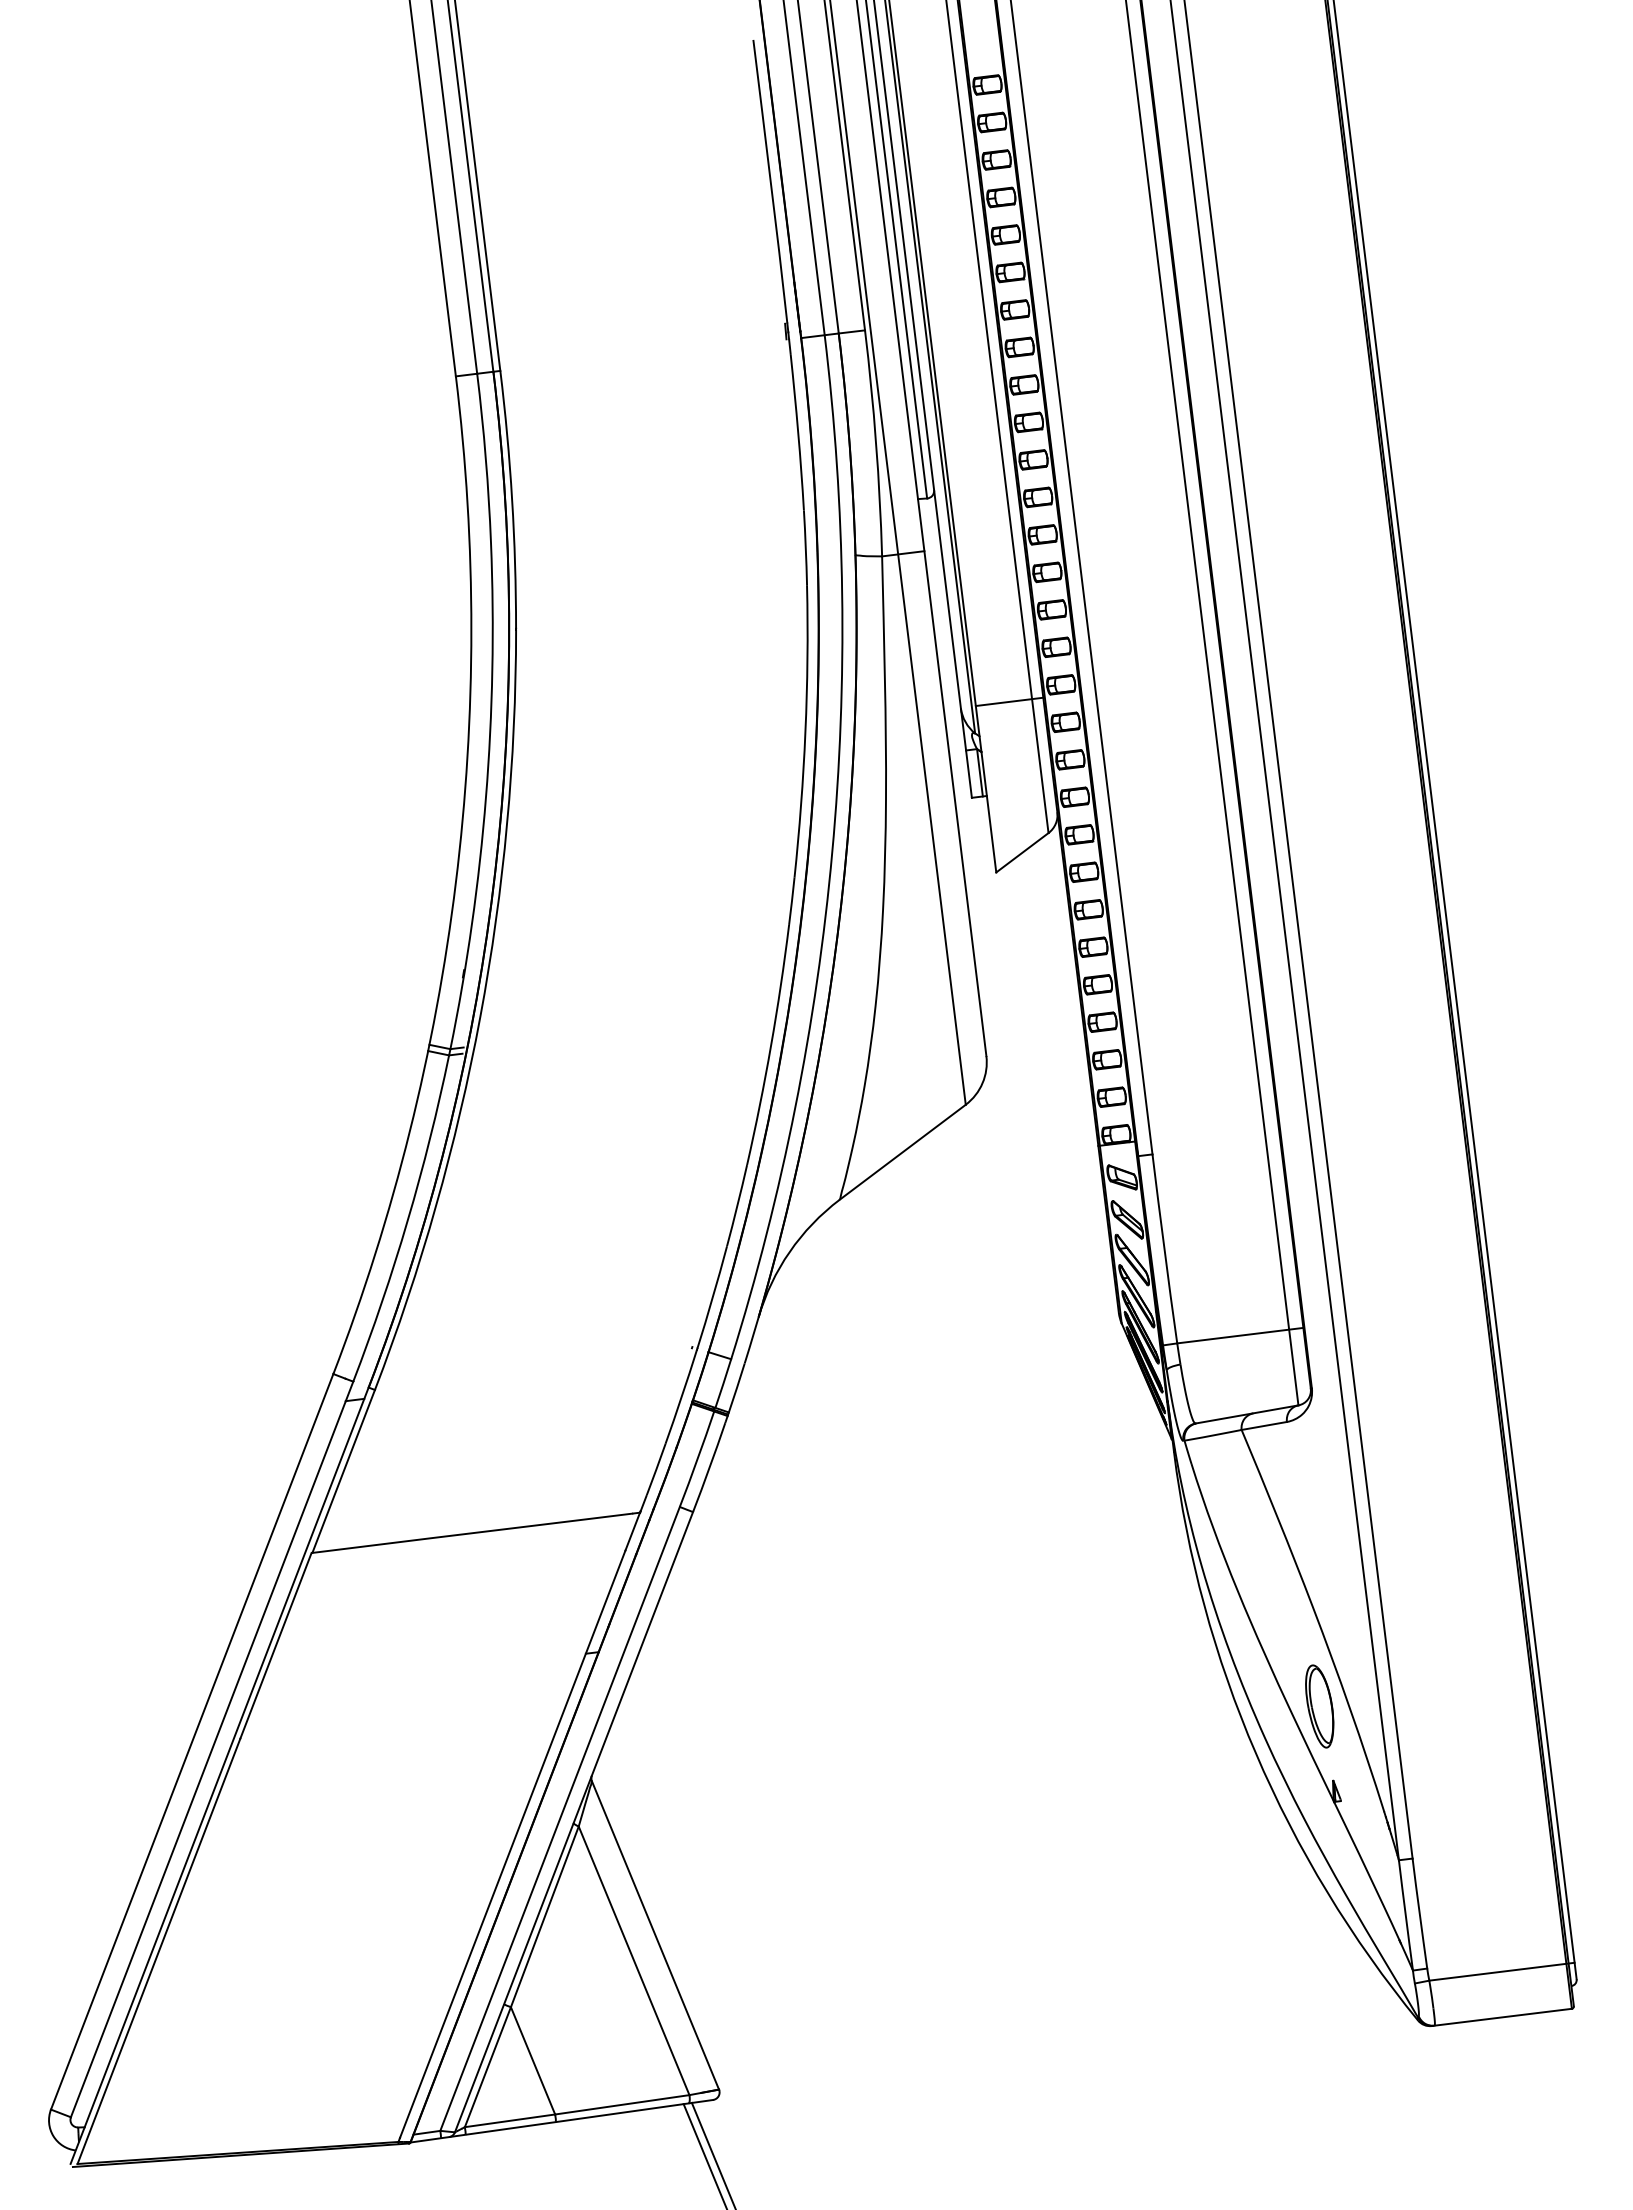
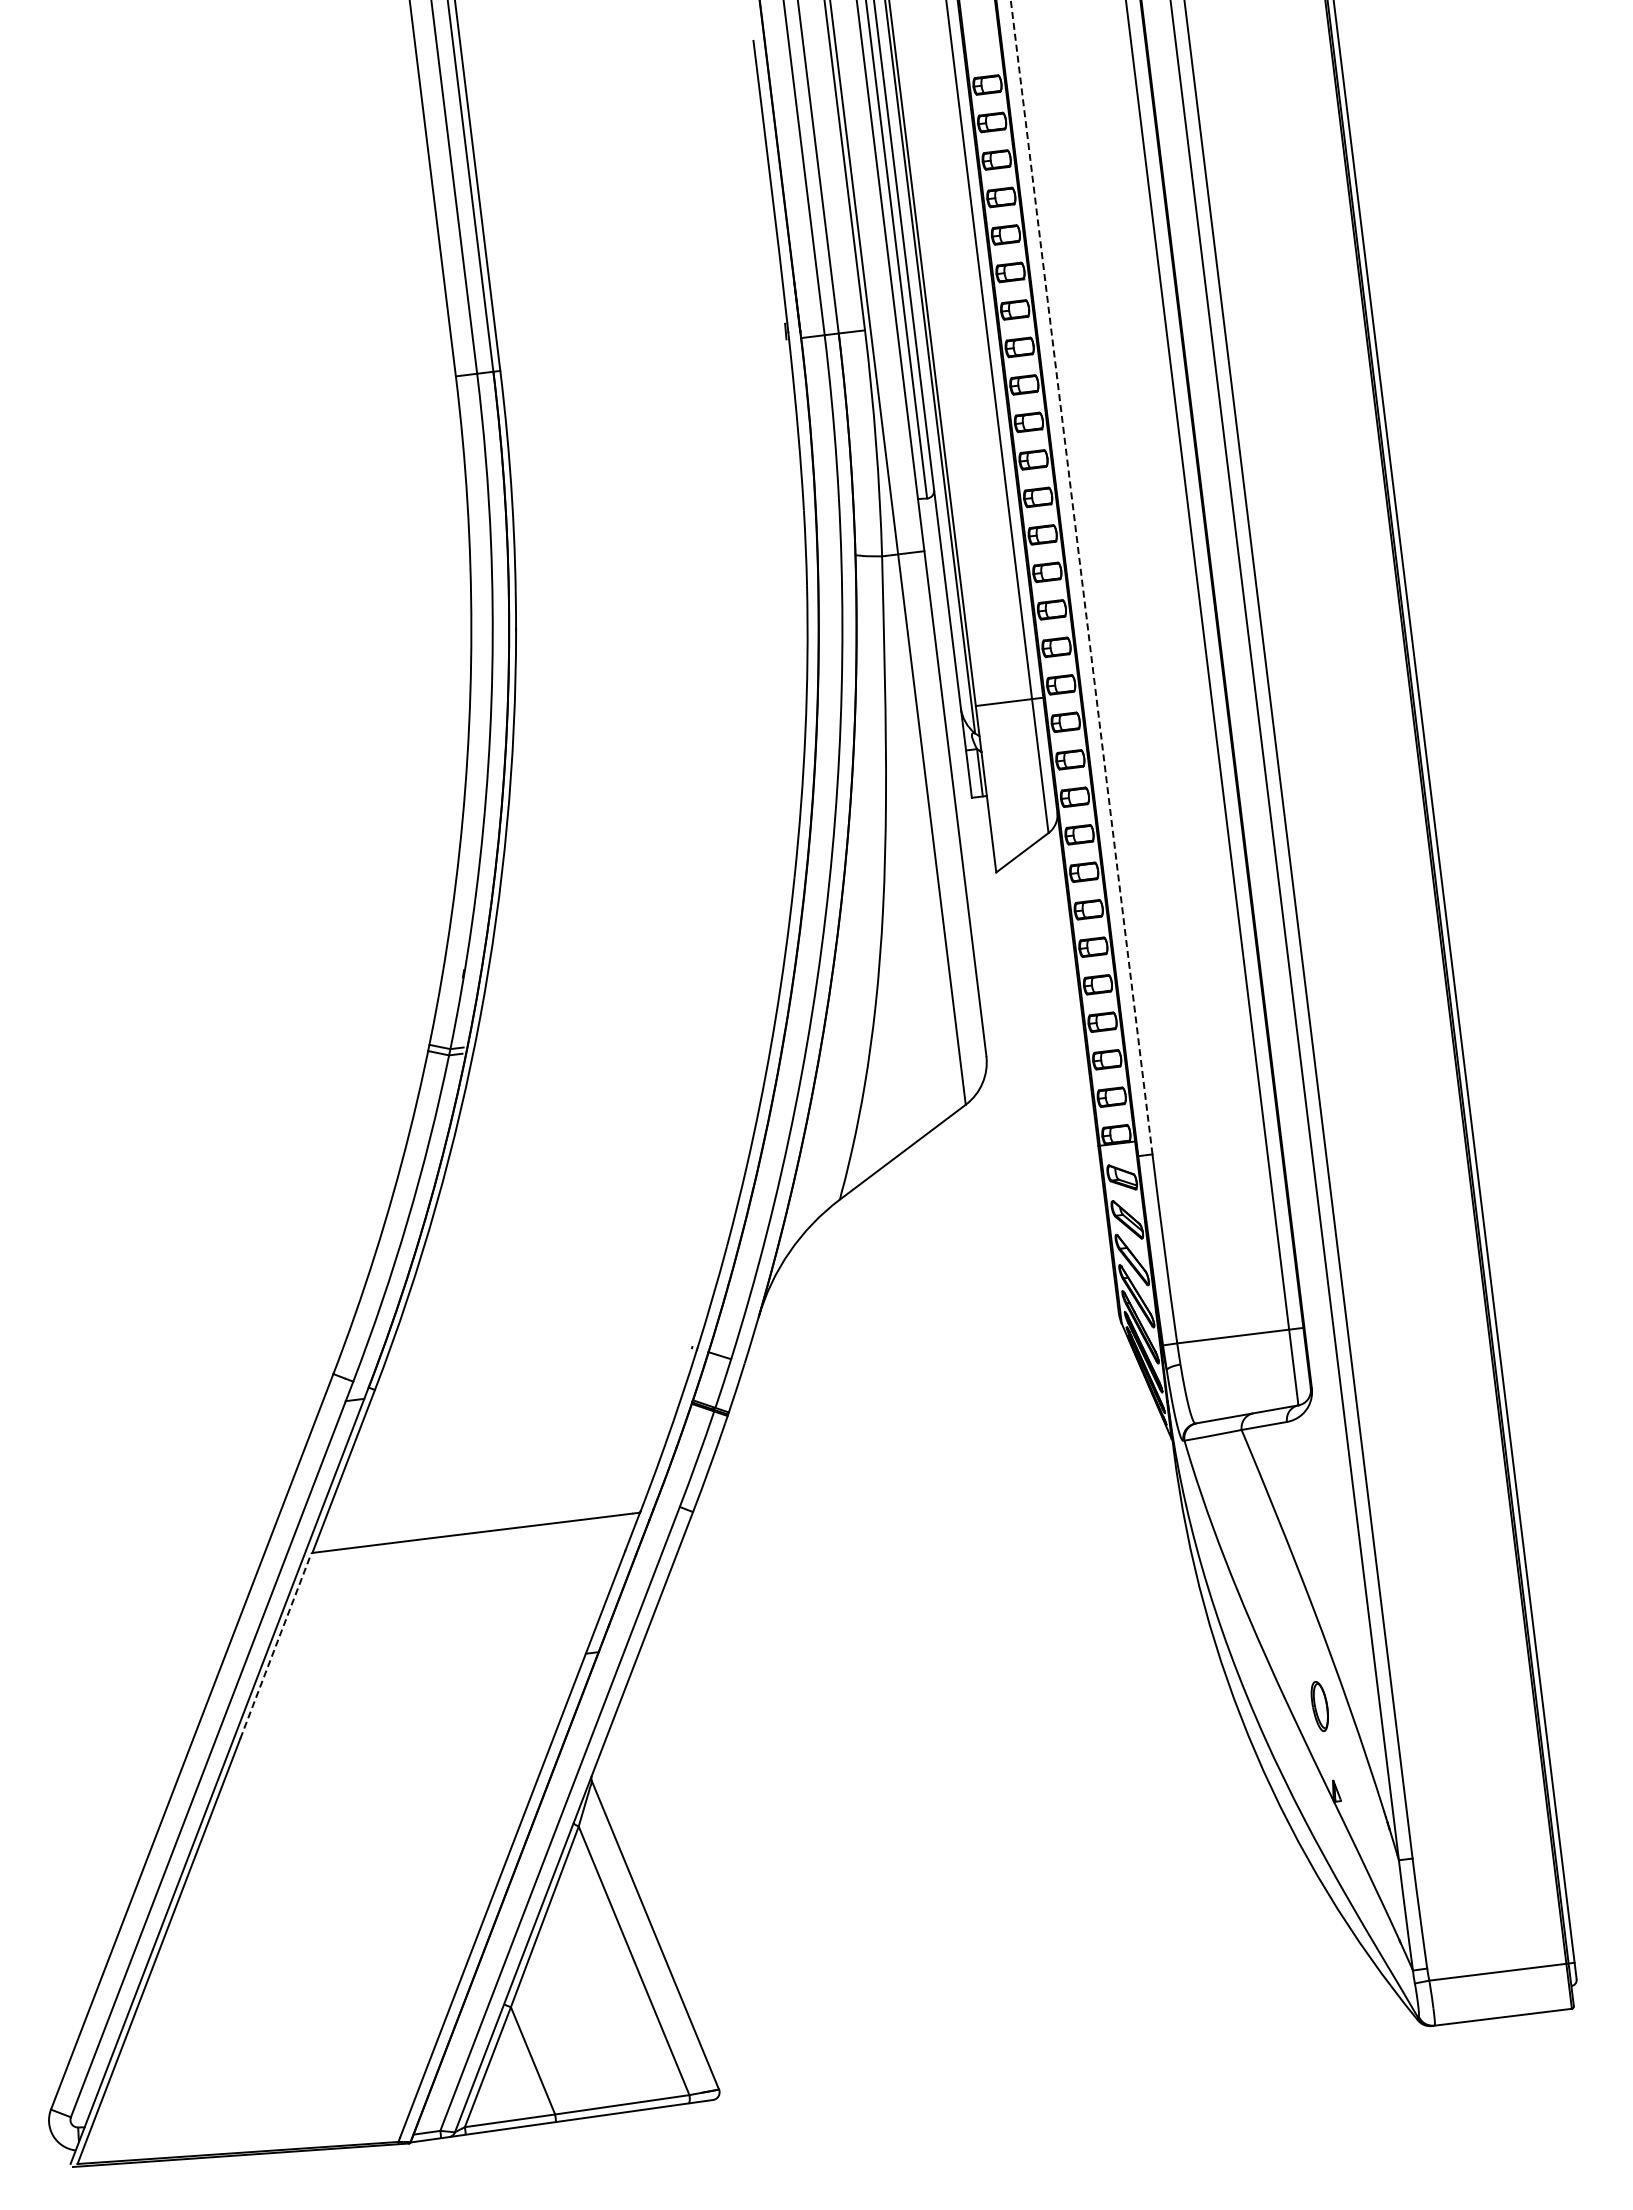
line at (1081, 576): solid -> dashed
line at (276, 1645): solid -> dashed
part at (1319, 1706) size: 30x85 px -> 19x51 px
line at (712, 2154): present -> none
line at (704, 2155): present -> none
